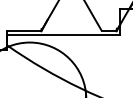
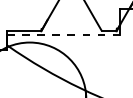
line at (64, 35): solid -> dashed
